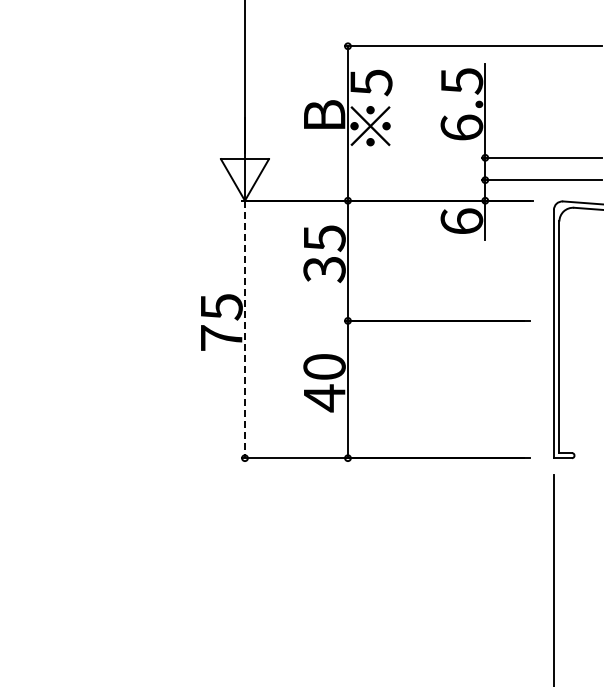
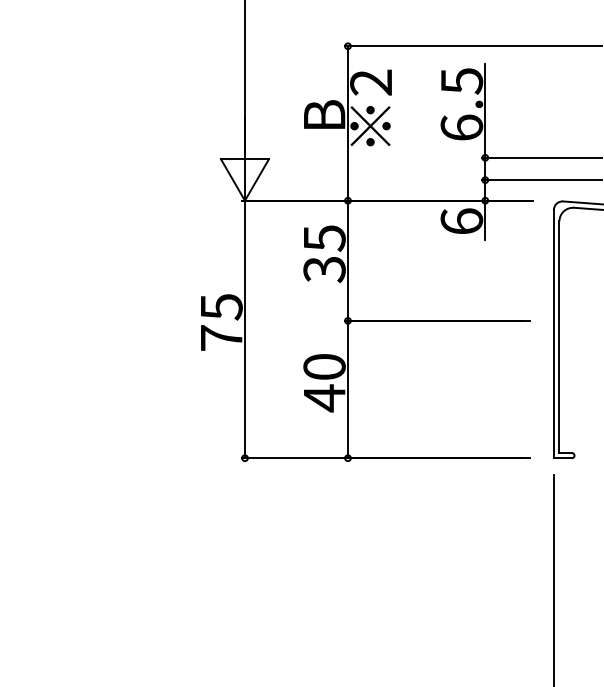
text at (371, 82): 5 -> 2
line at (244, 329): dashed -> solid
